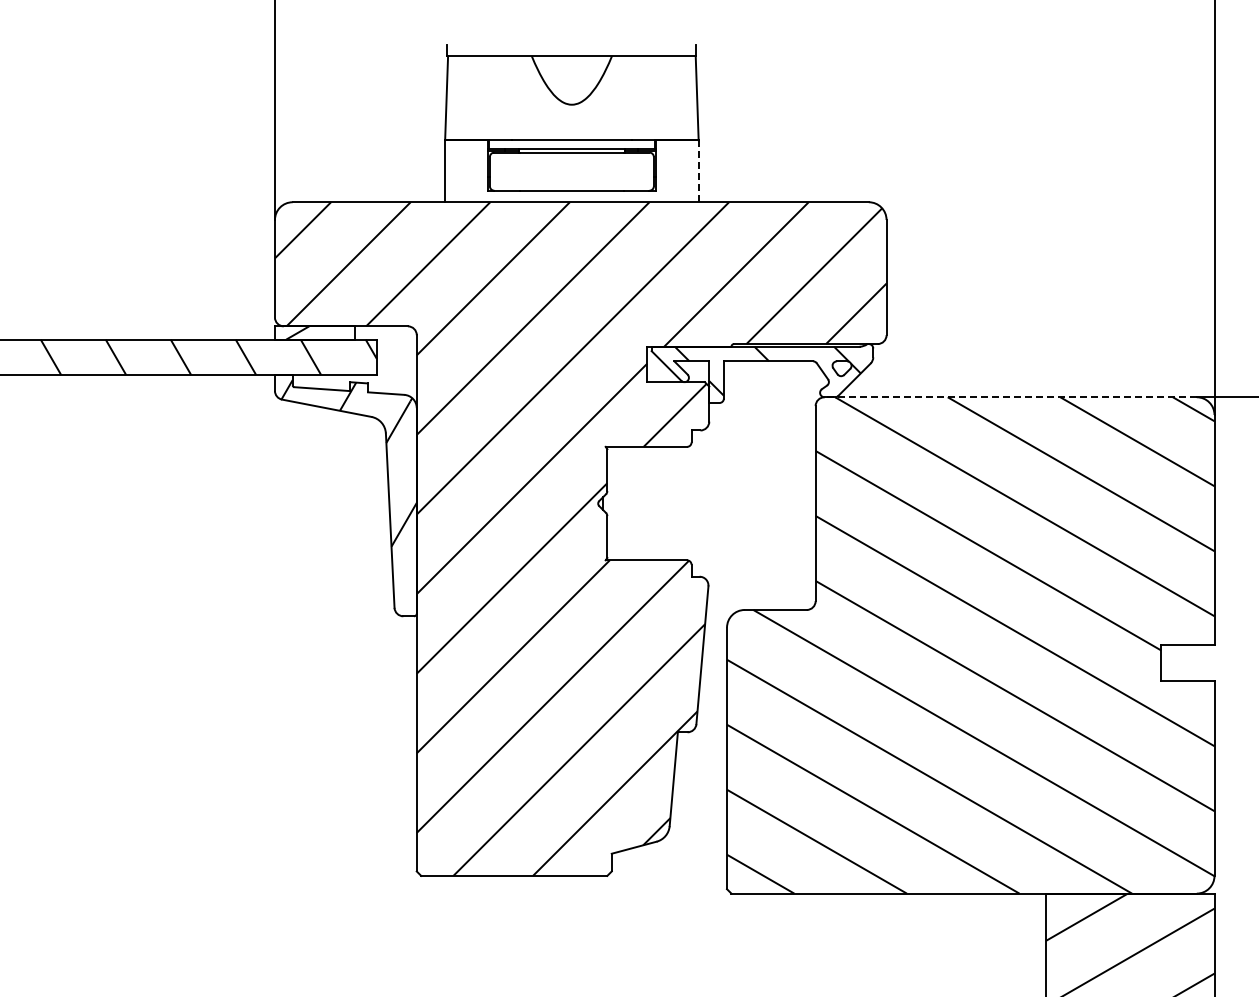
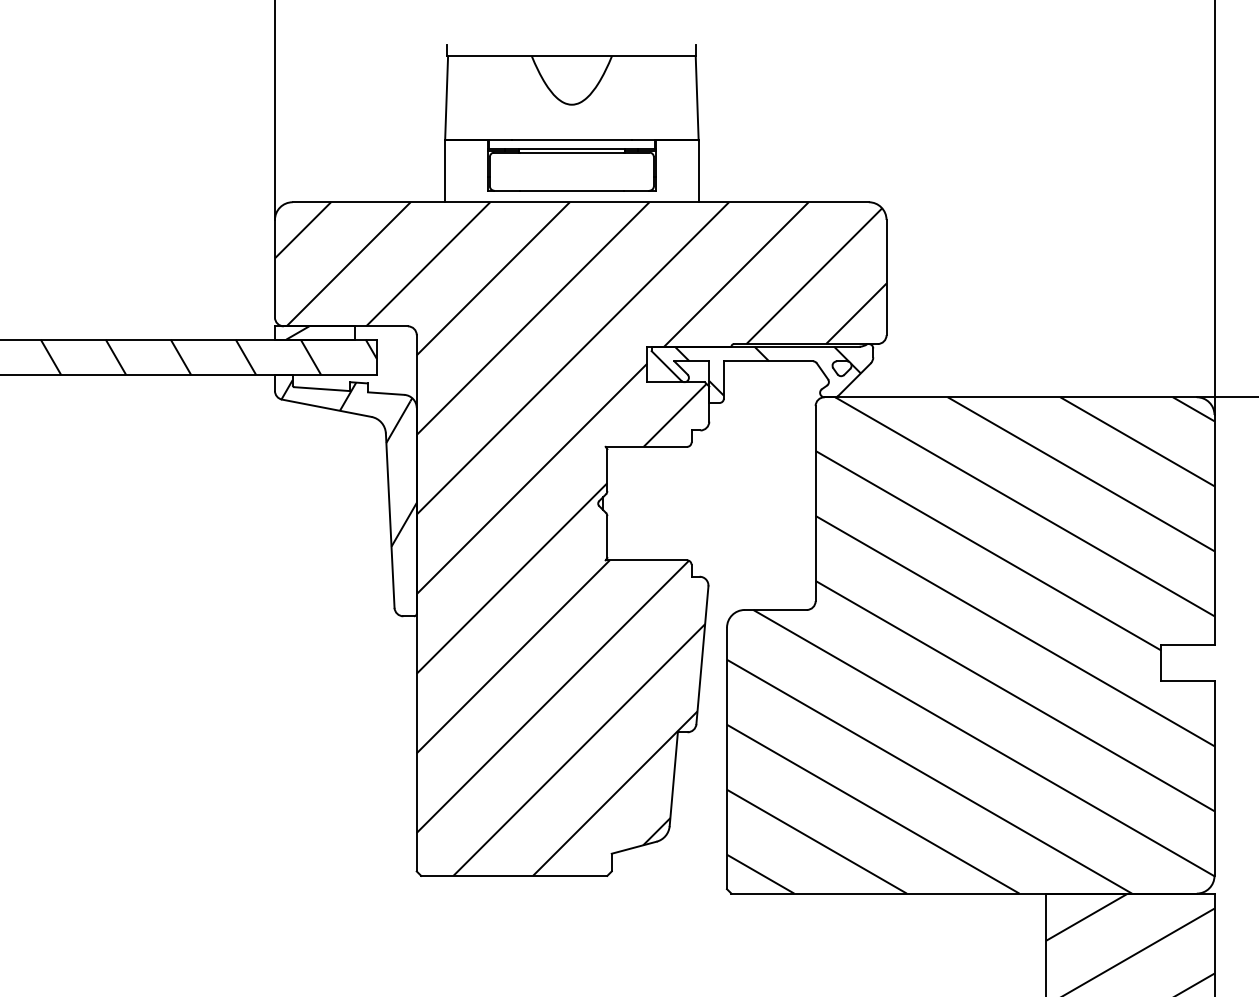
line at (698, 171): dashed -> solid
line at (1010, 397): dashed -> solid
